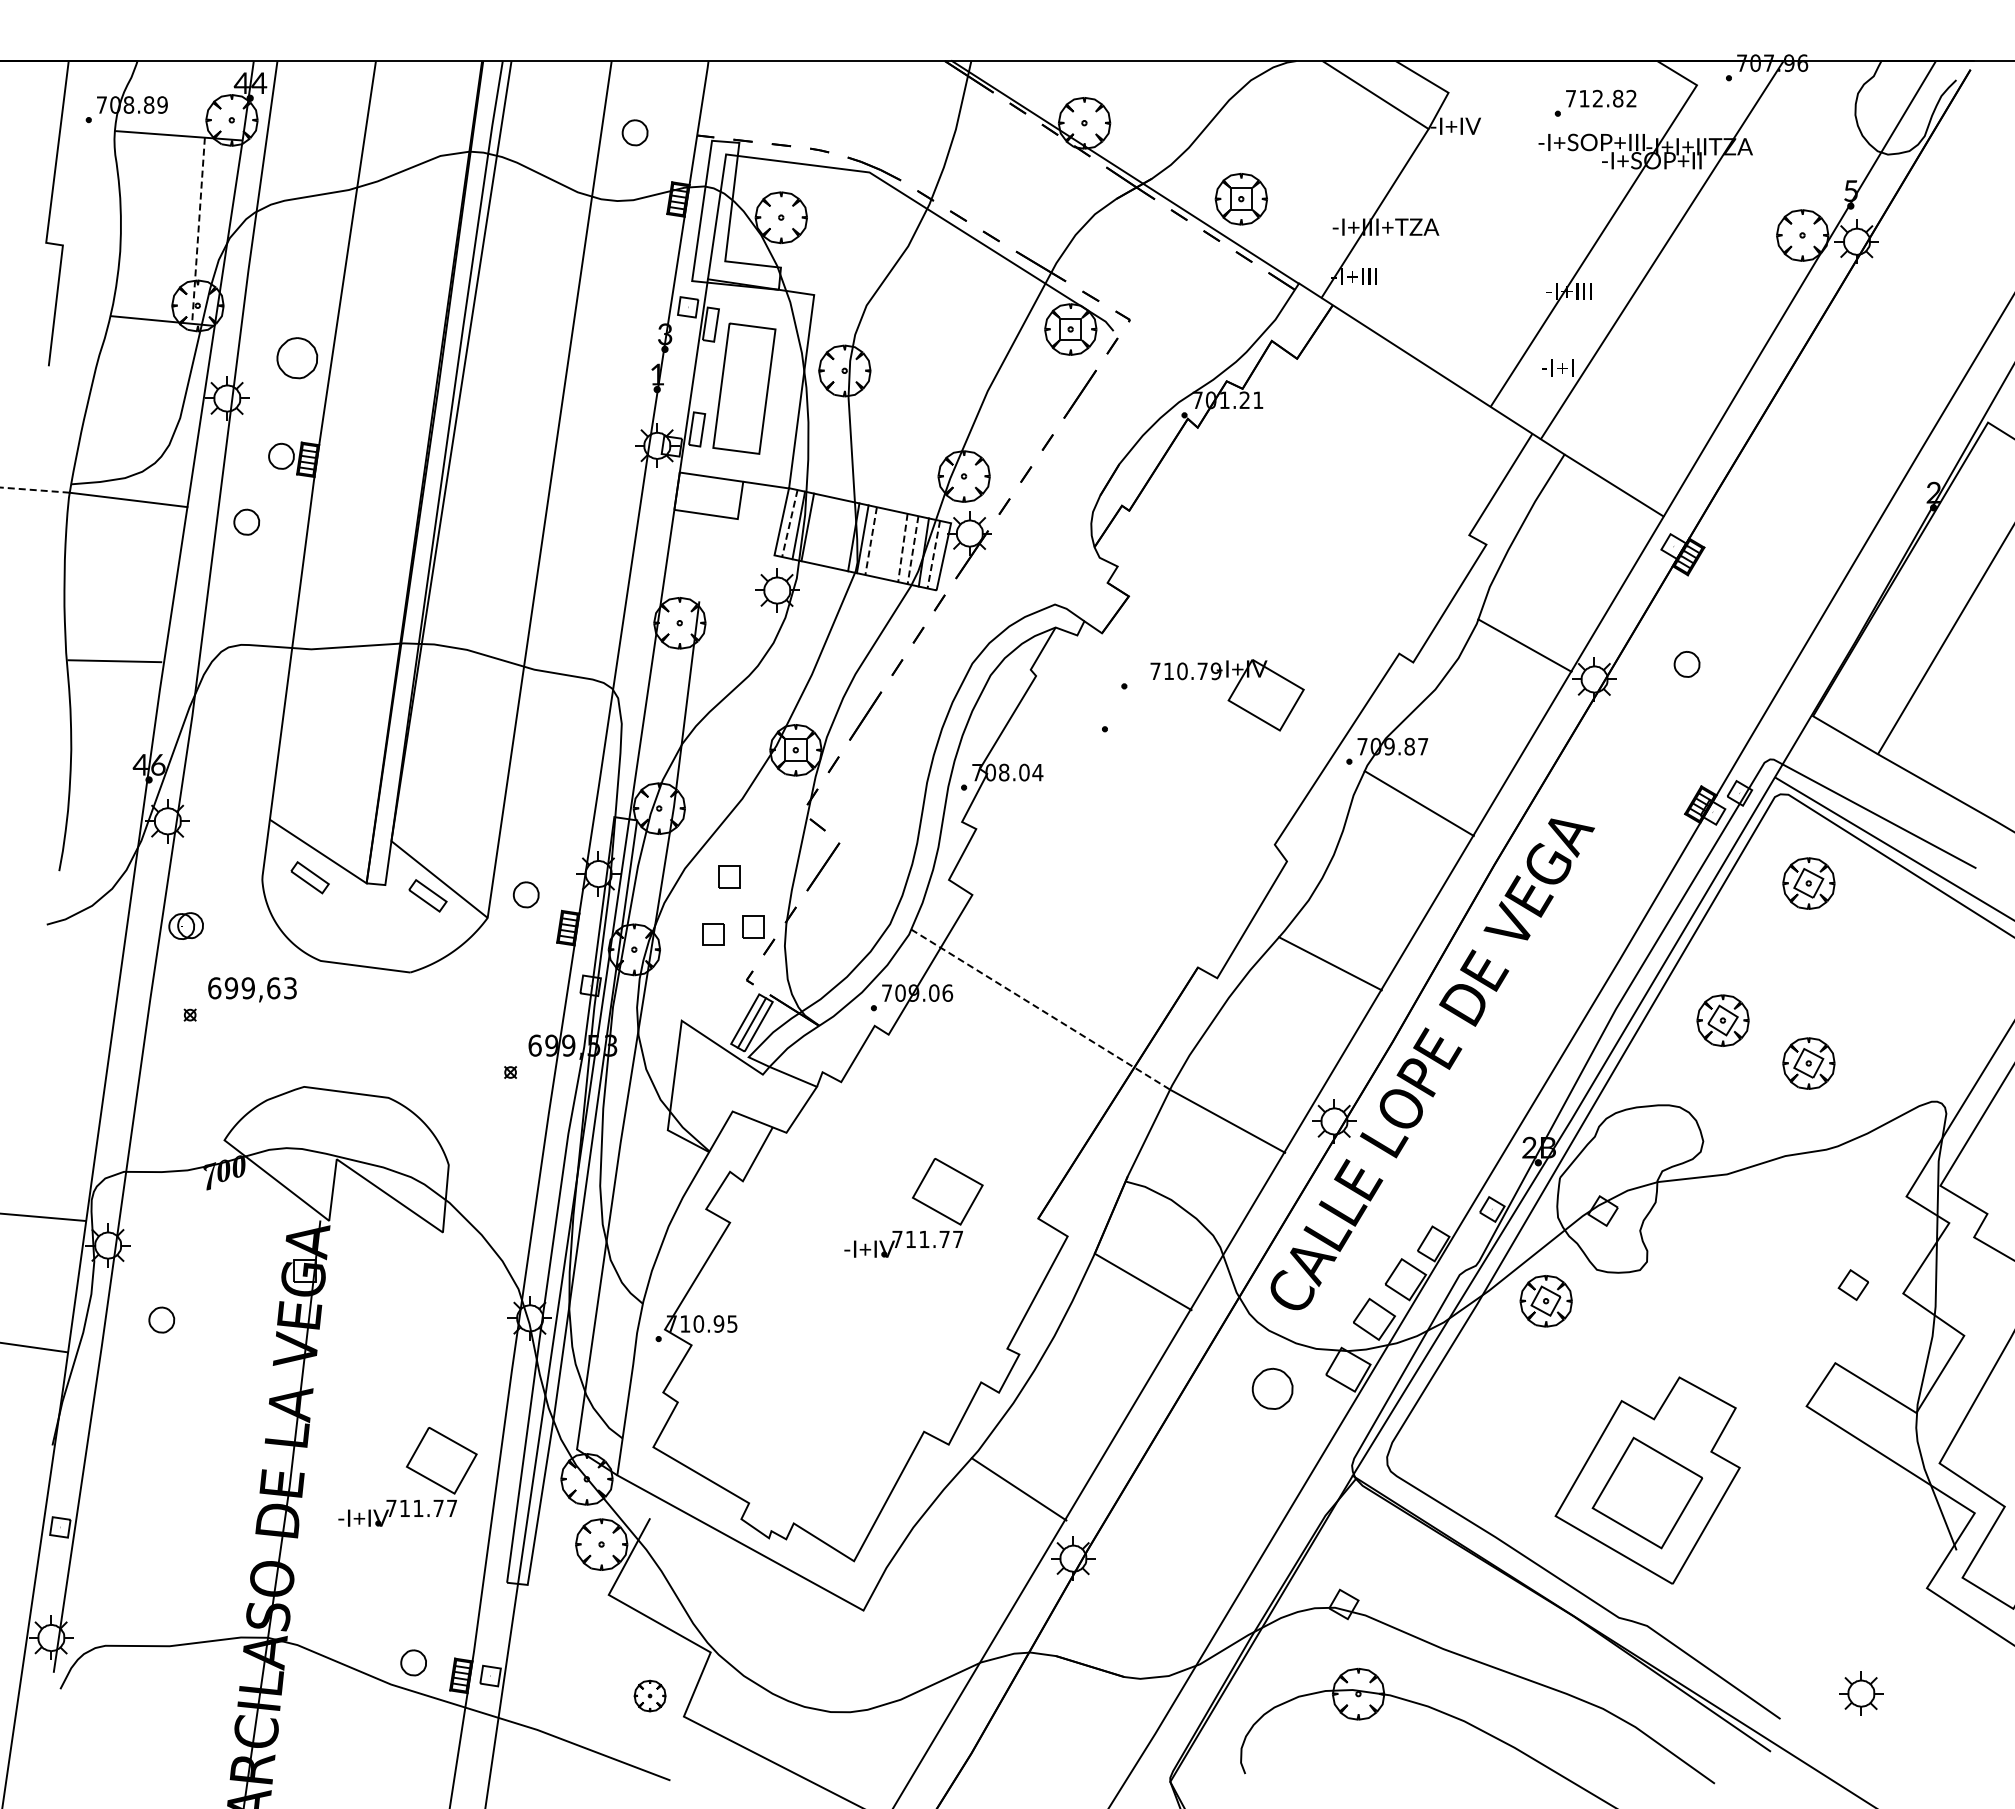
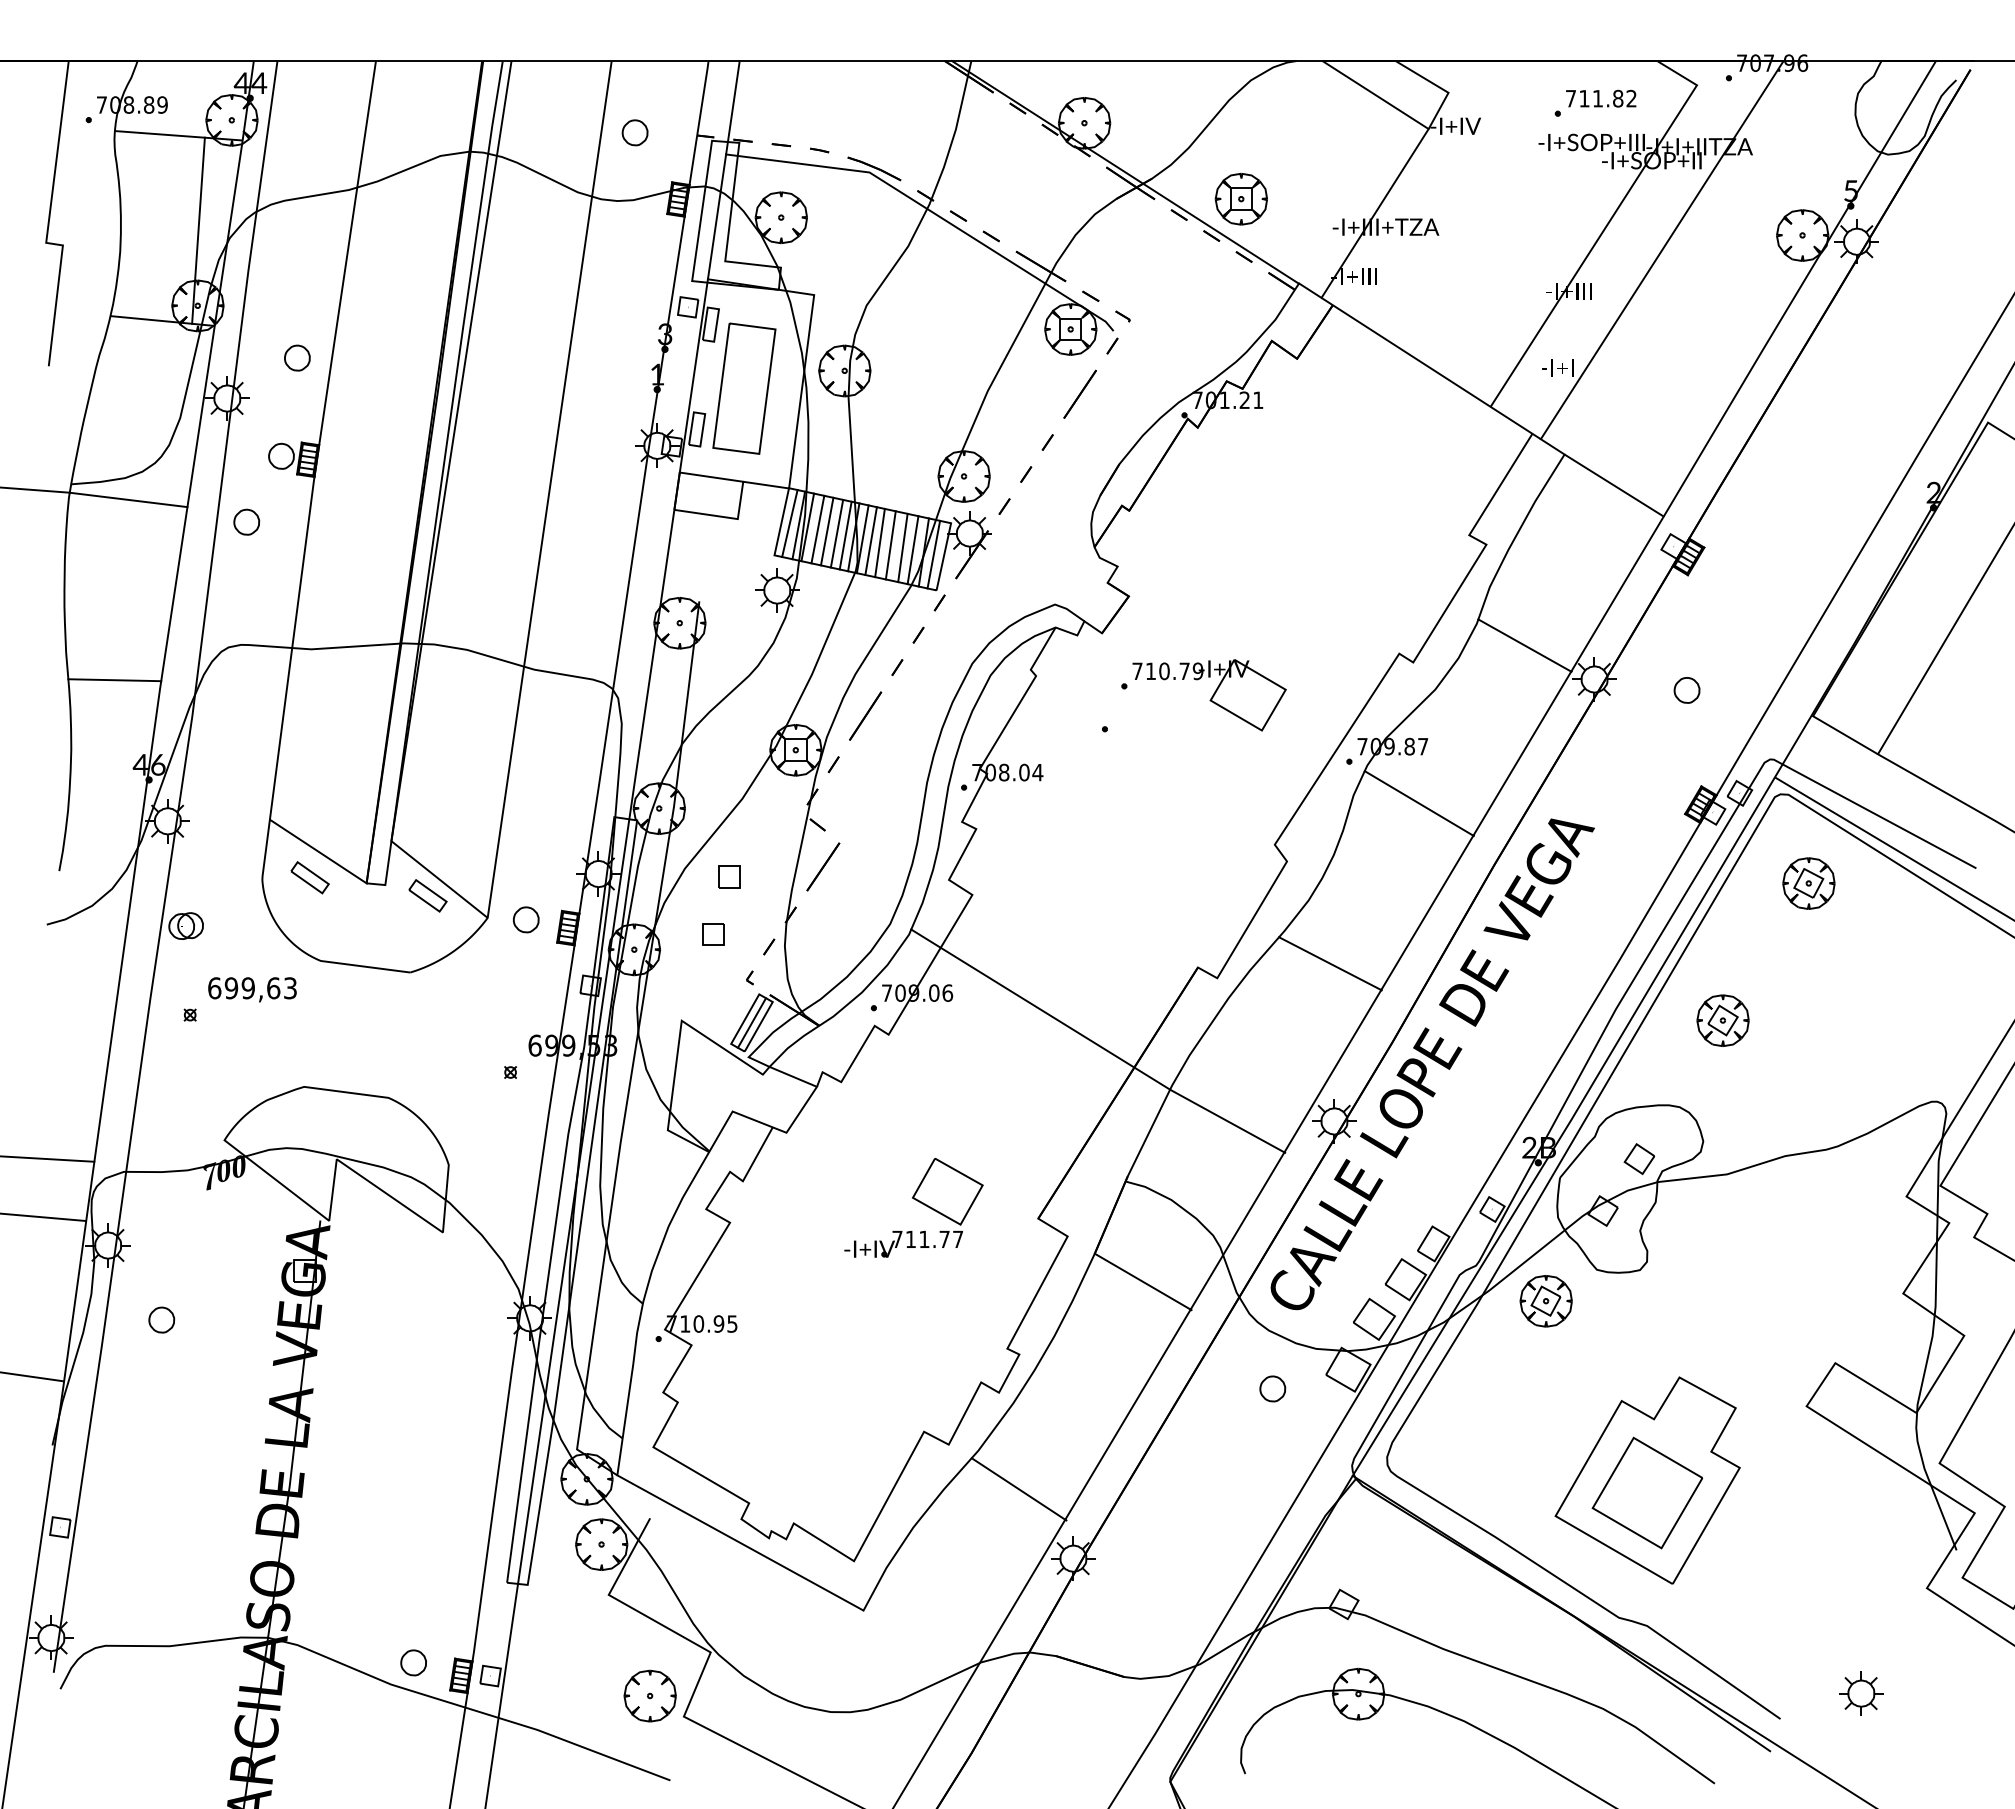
text at (1597, 98): 712.82 -> 711.82
line at (732, 107): none -> present
line at (198, 231): dashed -> solid
part at (297, 358) size: 43x43 px -> 27x28 px
line at (34, 490): dashed -> solid
line at (789, 524): dashed -> solid
line at (817, 529): none -> present
line at (826, 531): none -> present
line at (836, 533): none -> present
line at (845, 535): none -> present
line at (871, 541): dashed -> solid
line at (879, 542): none -> present
line at (890, 545): none -> present
line at (902, 548): dashed -> solid
line at (912, 550): dashed -> solid
line at (933, 555): dashed -> solid
line at (114, 661) position: (114, 661) -> (114, 680)
part at (1686, 664) position: (1686, 664) -> (1686, 690)
part at (1227, 695) position: (1227, 695) -> (1209, 695)
part at (525, 894) position: (525, 894) -> (525, 919)
part at (753, 926): present -> none
line at (1041, 1009): dashed -> solid
part at (1808, 1063): present -> none
line at (48, 1158): none -> present
part at (1852, 1284) position: (1852, 1284) -> (1638, 1158)
line at (35, 1347) position: (35, 1347) -> (33, 1376)
part at (1272, 1388) size: 43x43 px -> 28x28 px
part at (411, 1470): present -> none
part at (649, 1695) size: 34x34 px -> 54x54 px
